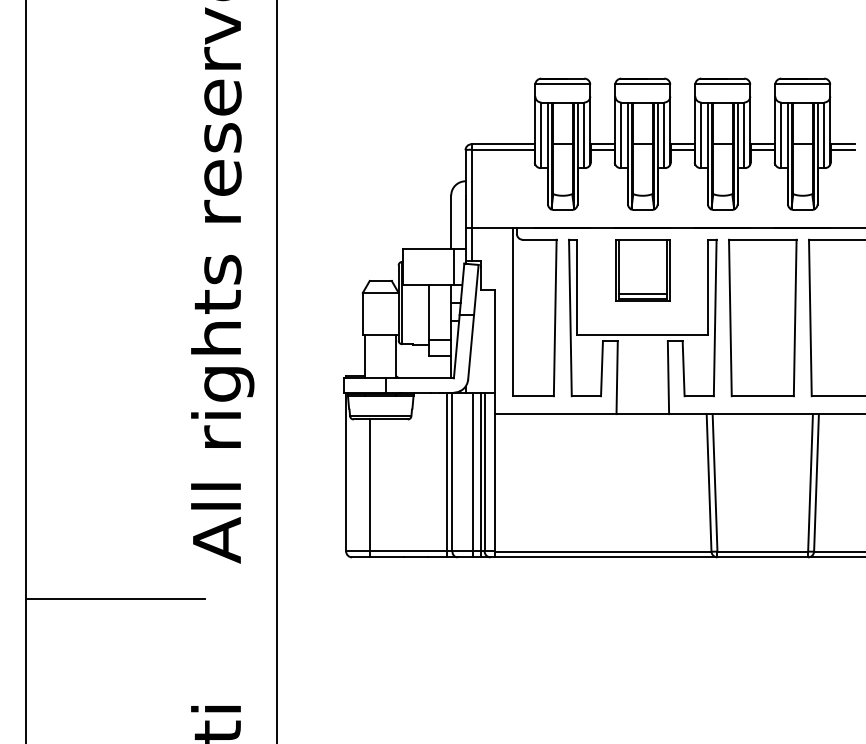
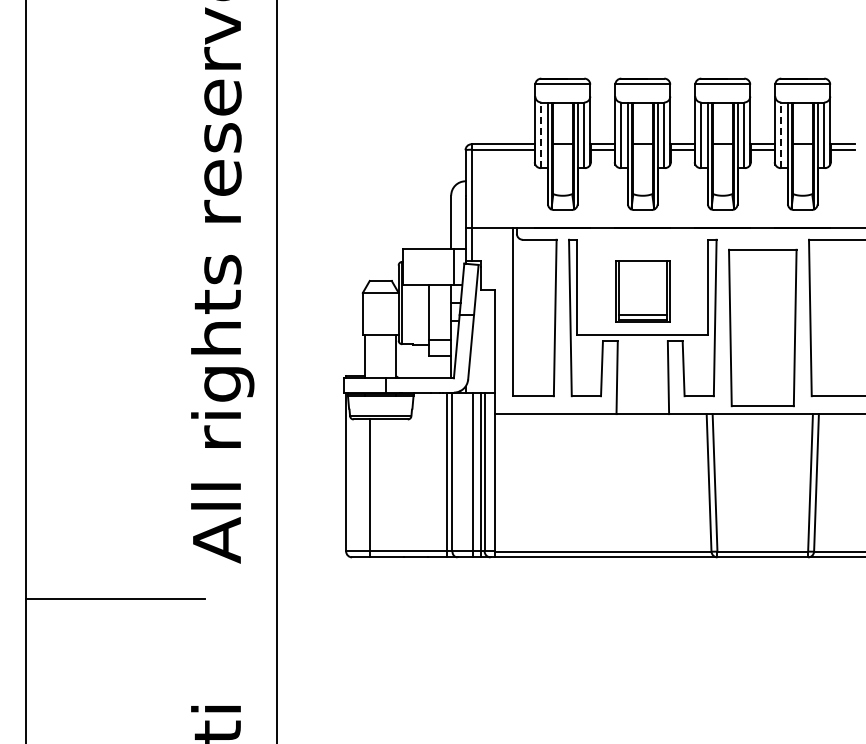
line at (541, 135): solid -> dashed
line at (781, 135): solid -> dashed
part at (642, 270) position: (642, 270) -> (642, 291)
part at (762, 317) position: (762, 317) -> (762, 327)
